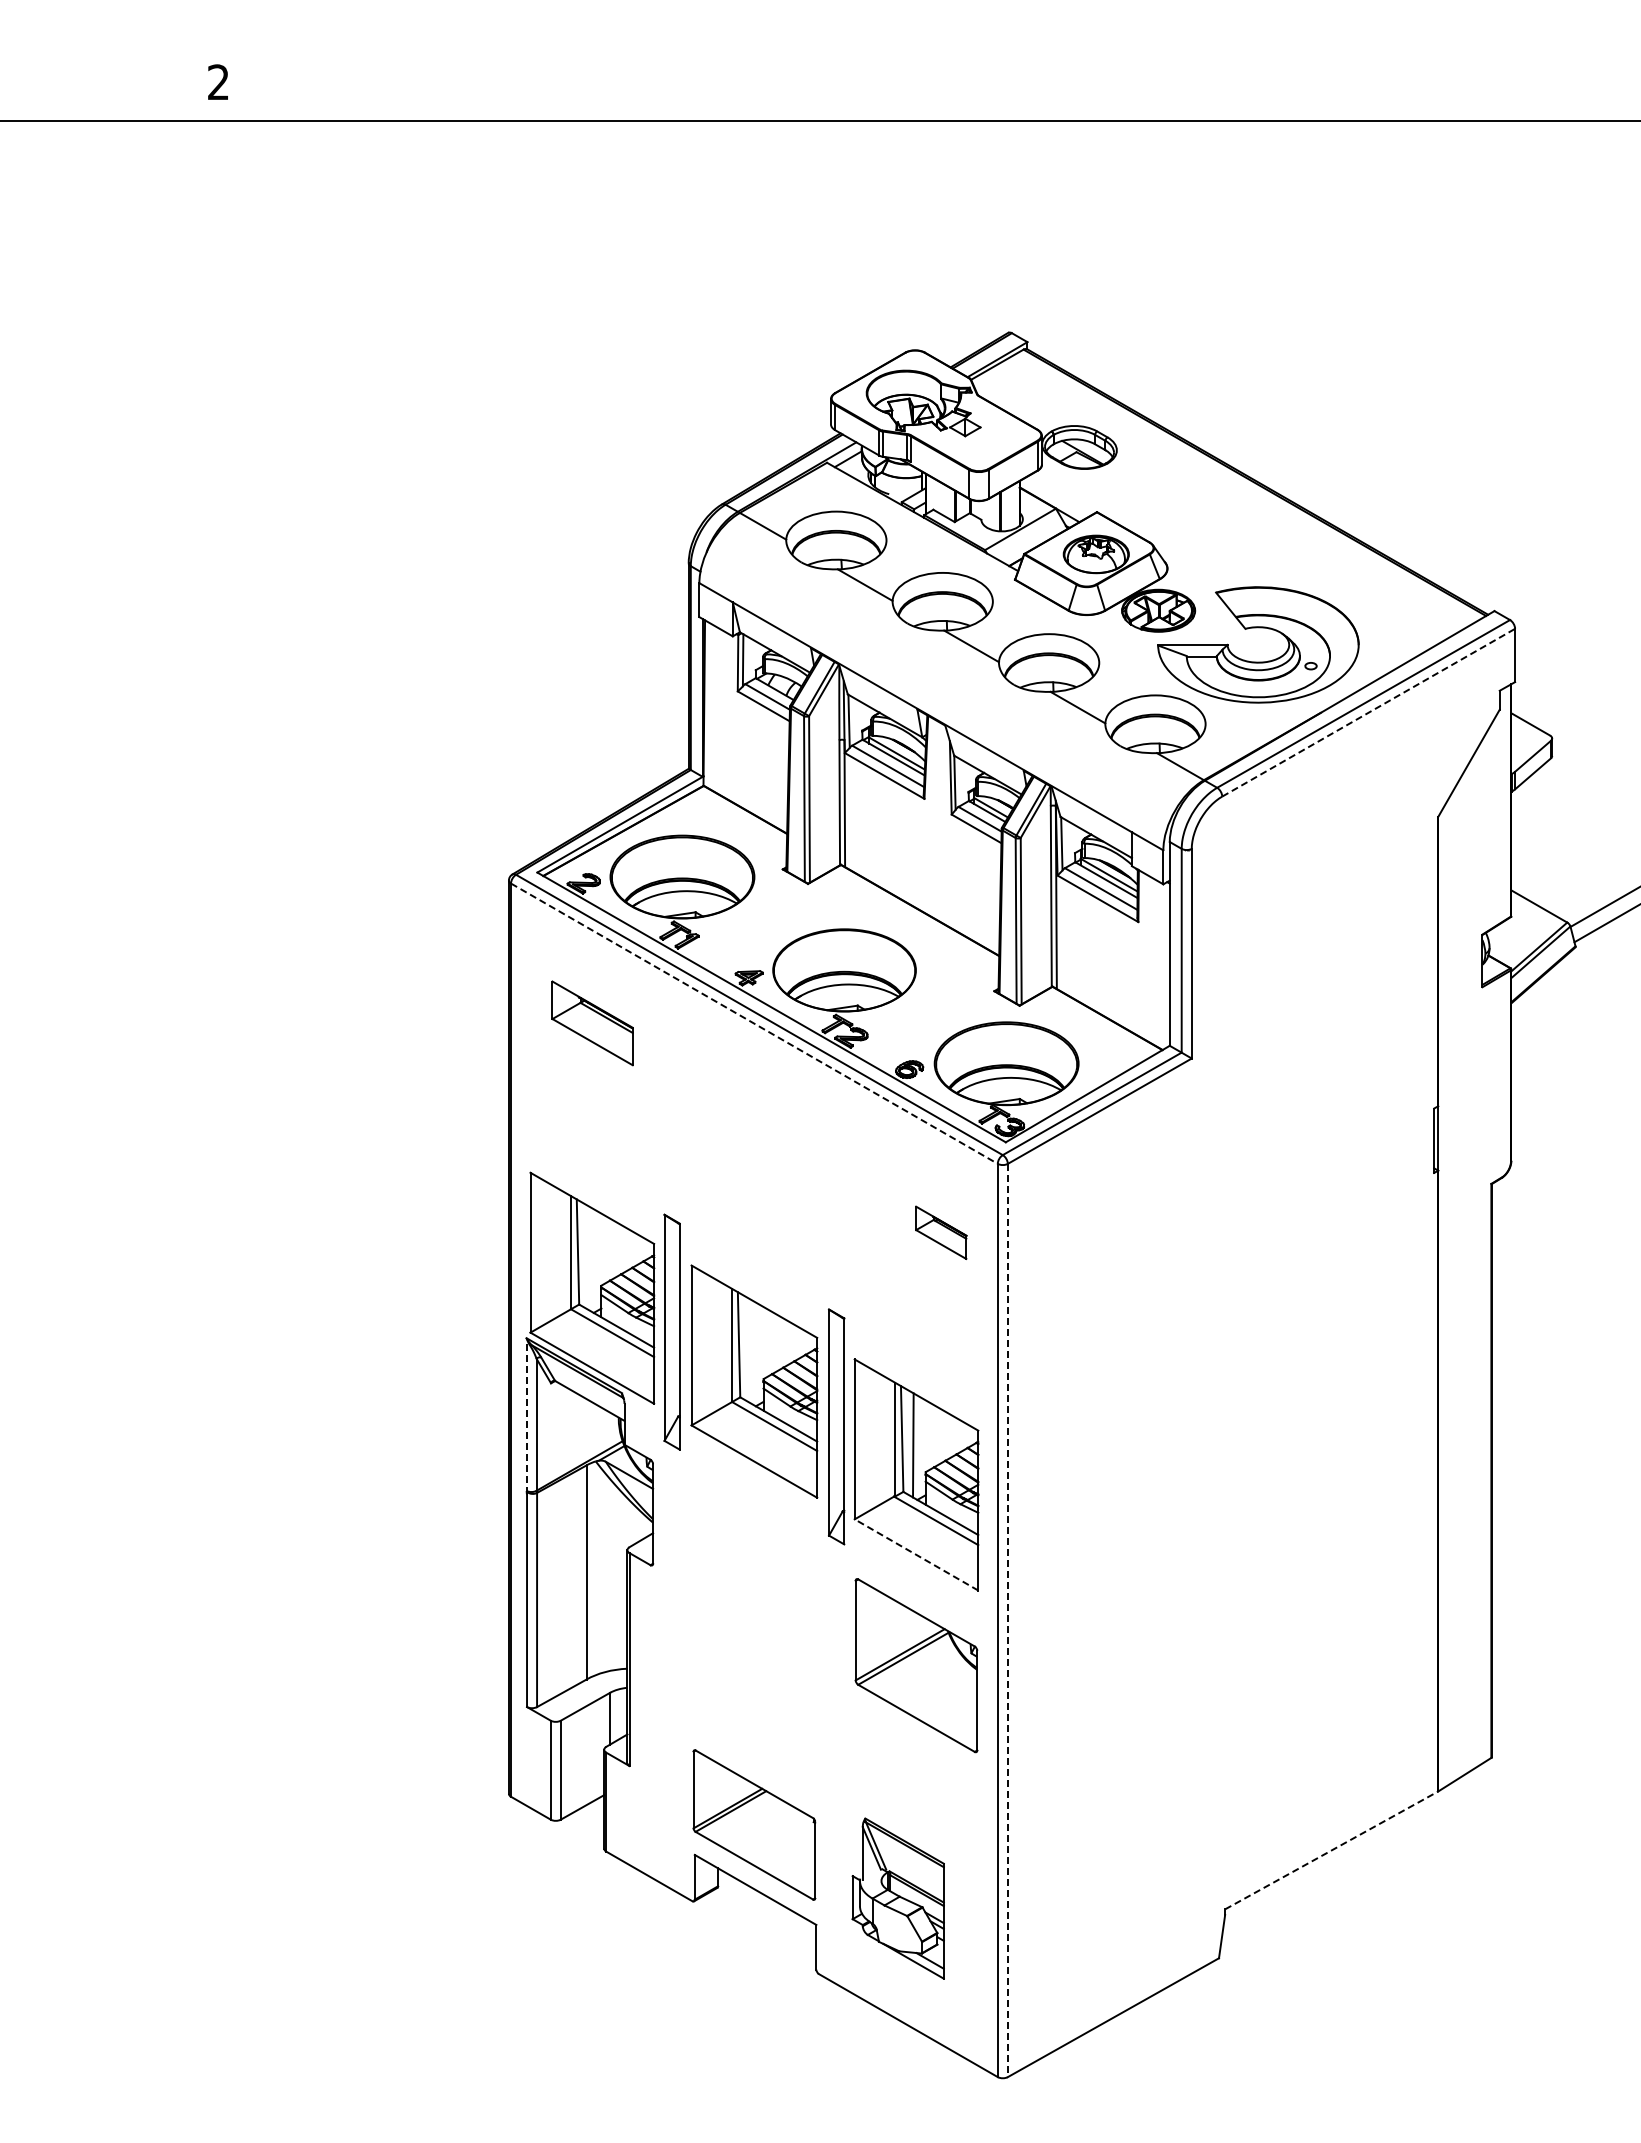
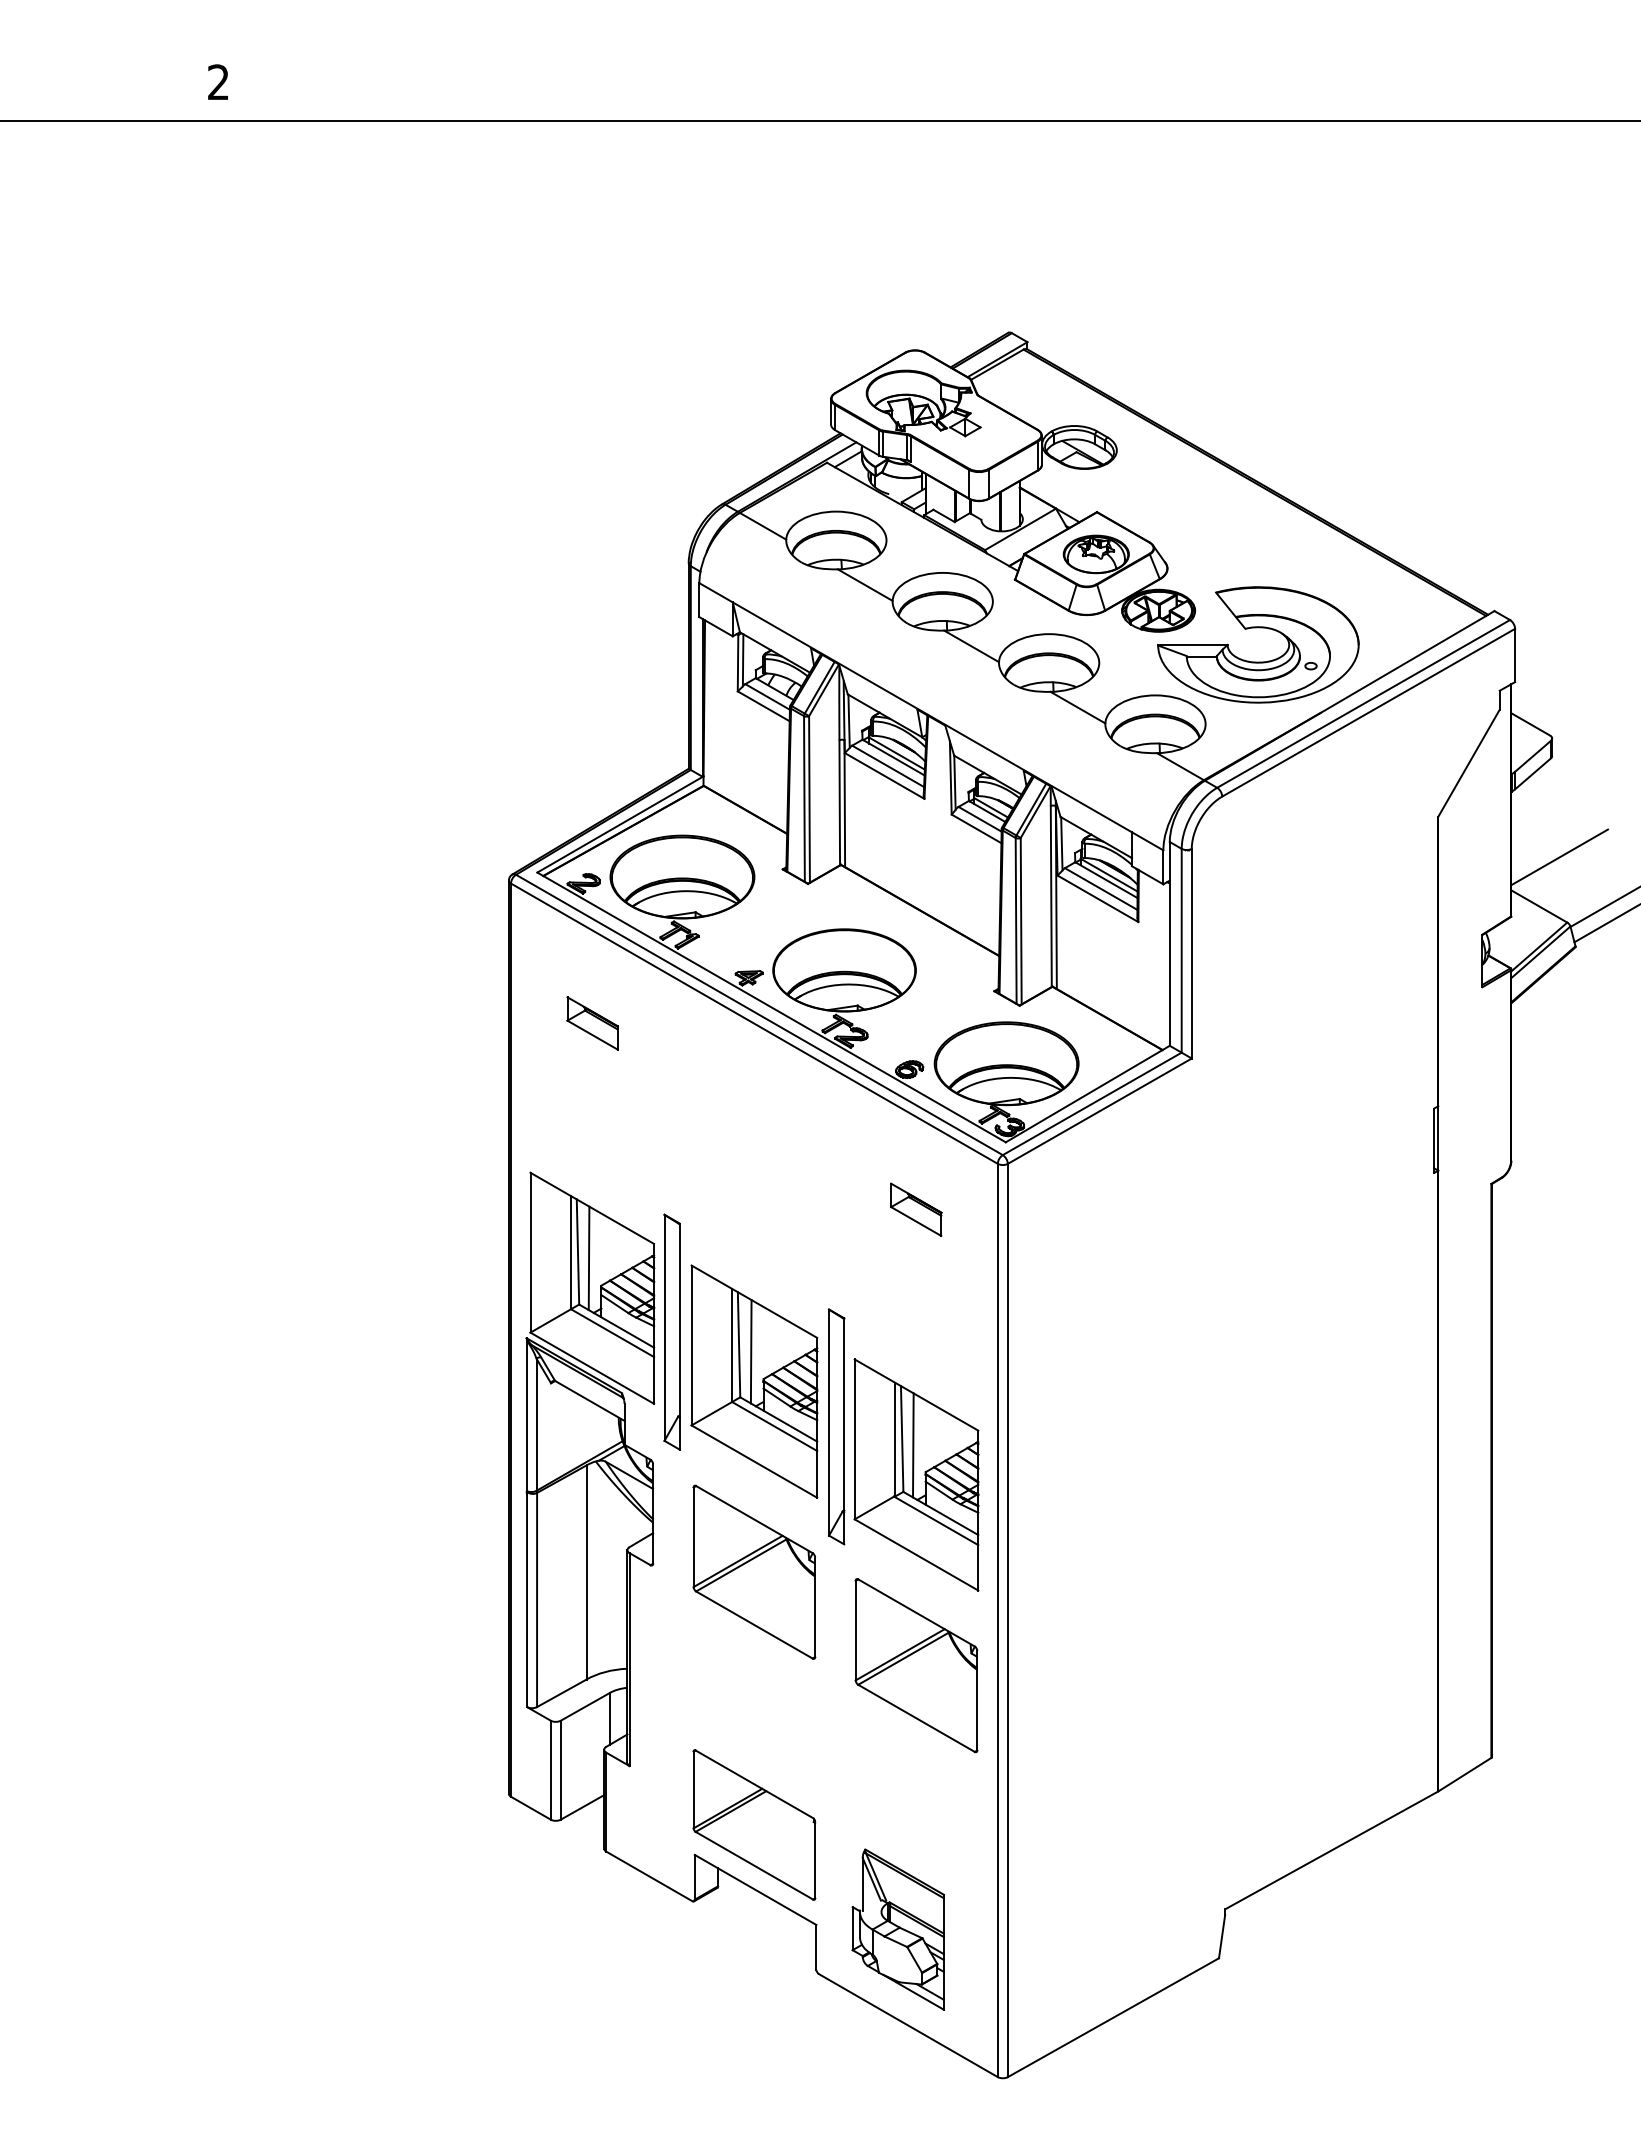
line at (1368, 712): dashed -> solid
line at (1559, 857): none -> present
part at (592, 1023) size: 83x87 px -> 53x55 px
line at (754, 1023): dashed -> solid
part at (941, 1232) position: (941, 1232) -> (916, 1209)
line at (588, 1258): none -> present
line at (750, 1351): none -> present
line at (526, 1415): dashed -> solid
line at (916, 1554): dashed -> solid
part at (754, 1571): none -> present
line at (1007, 1620): dashed -> solid
line at (1331, 1850): dashed -> solid
part at (897, 1898) position: (897, 1898) -> (897, 1929)
